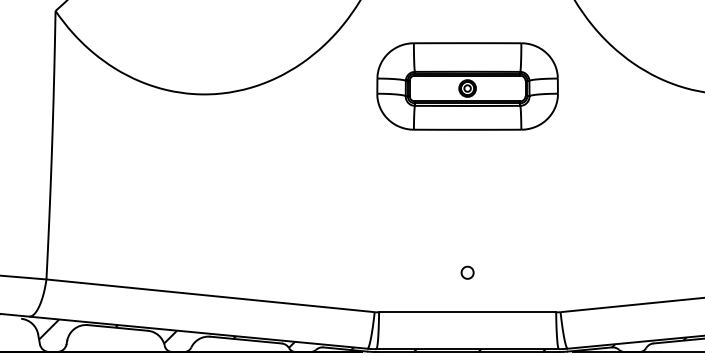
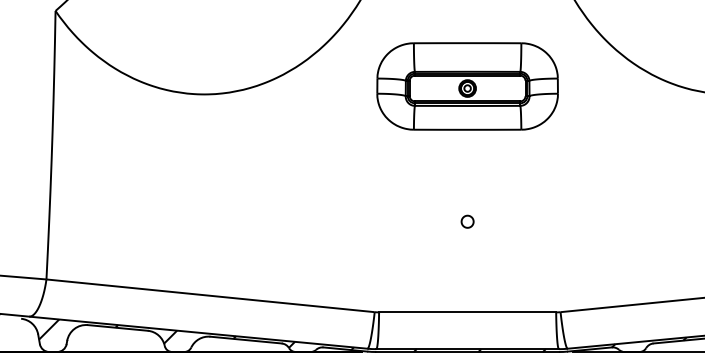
part at (467, 272) position: (467, 272) -> (467, 221)
